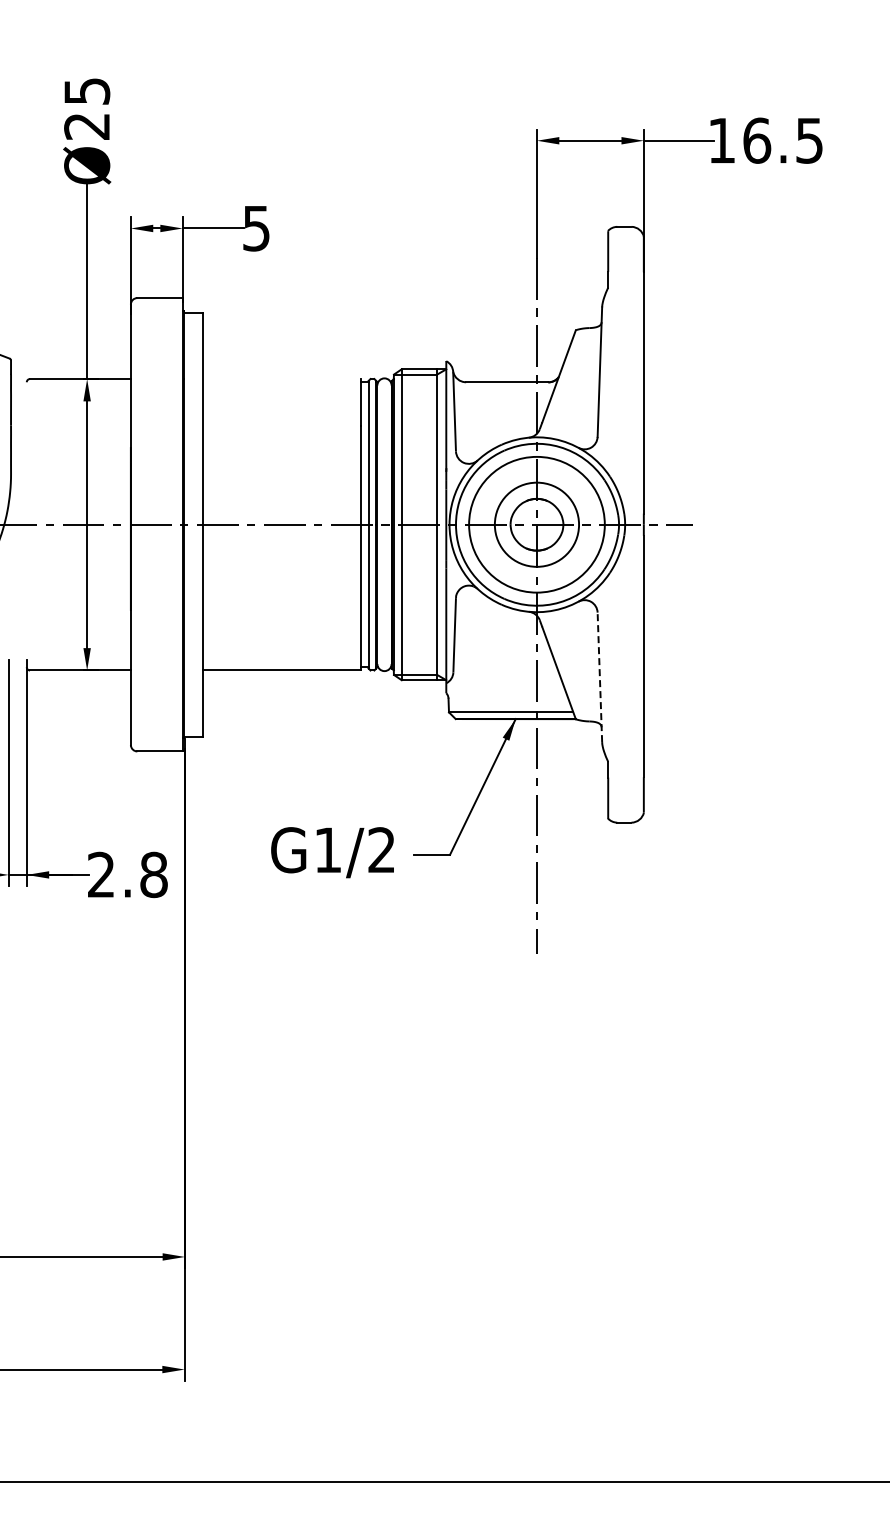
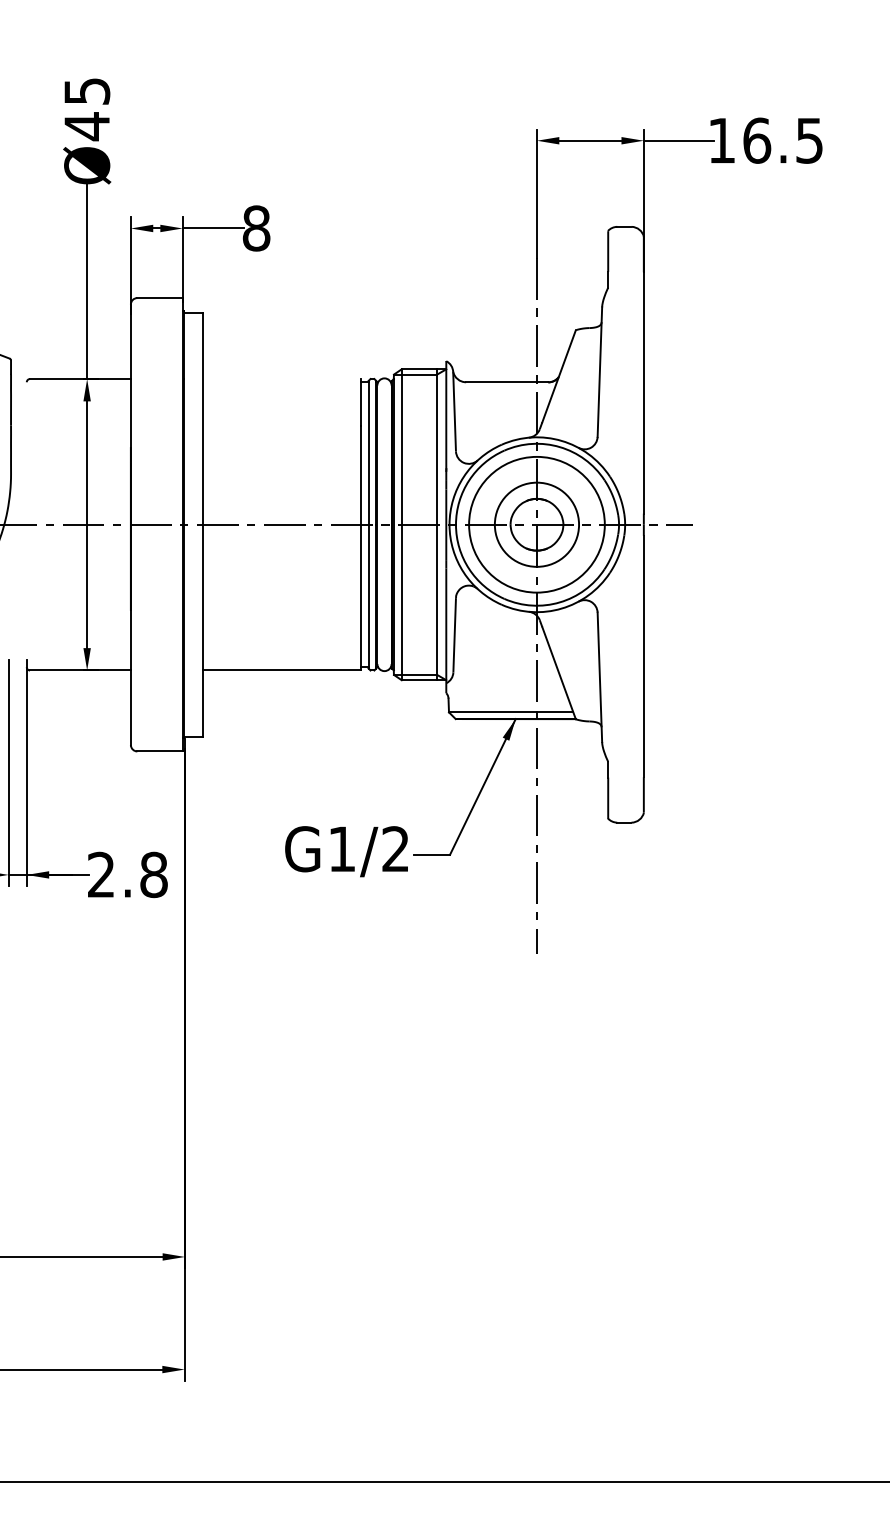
text at (86, 126): Ø25 -> Ø45
text at (256, 228): 5 -> 8
line at (599, 677): dashed -> solid
text at (332, 852) position: (332, 852) -> (346, 851)
